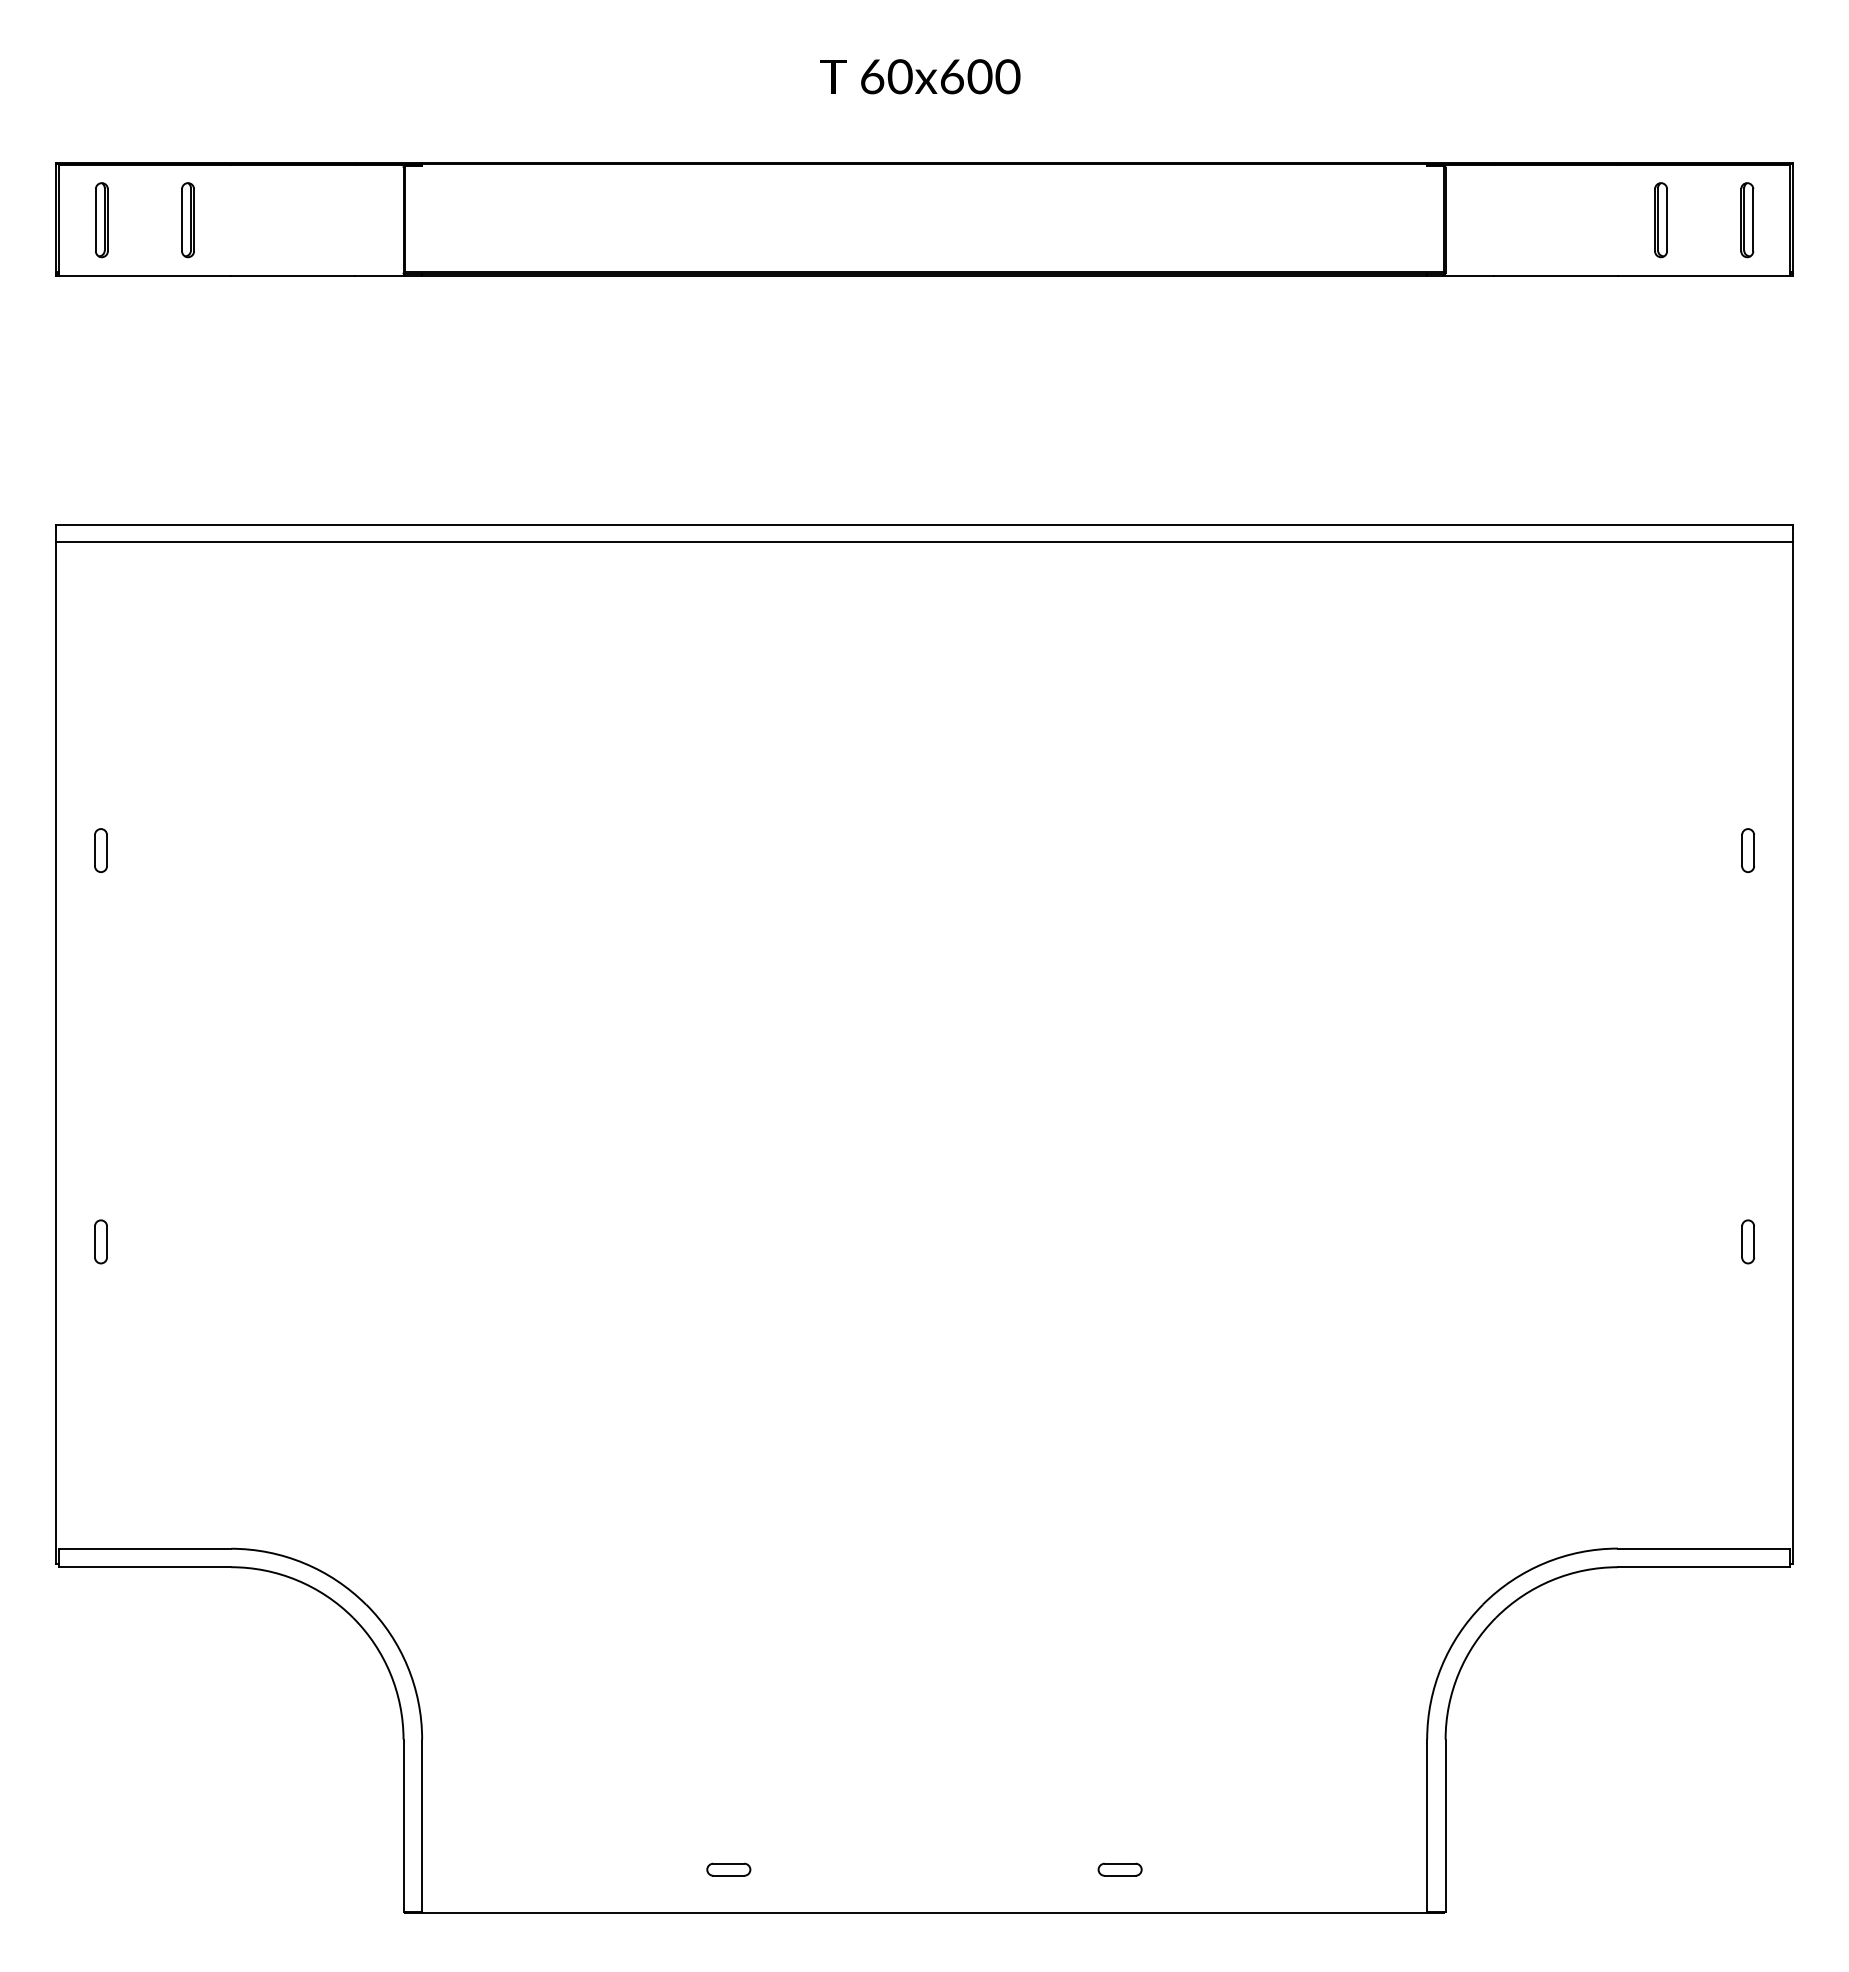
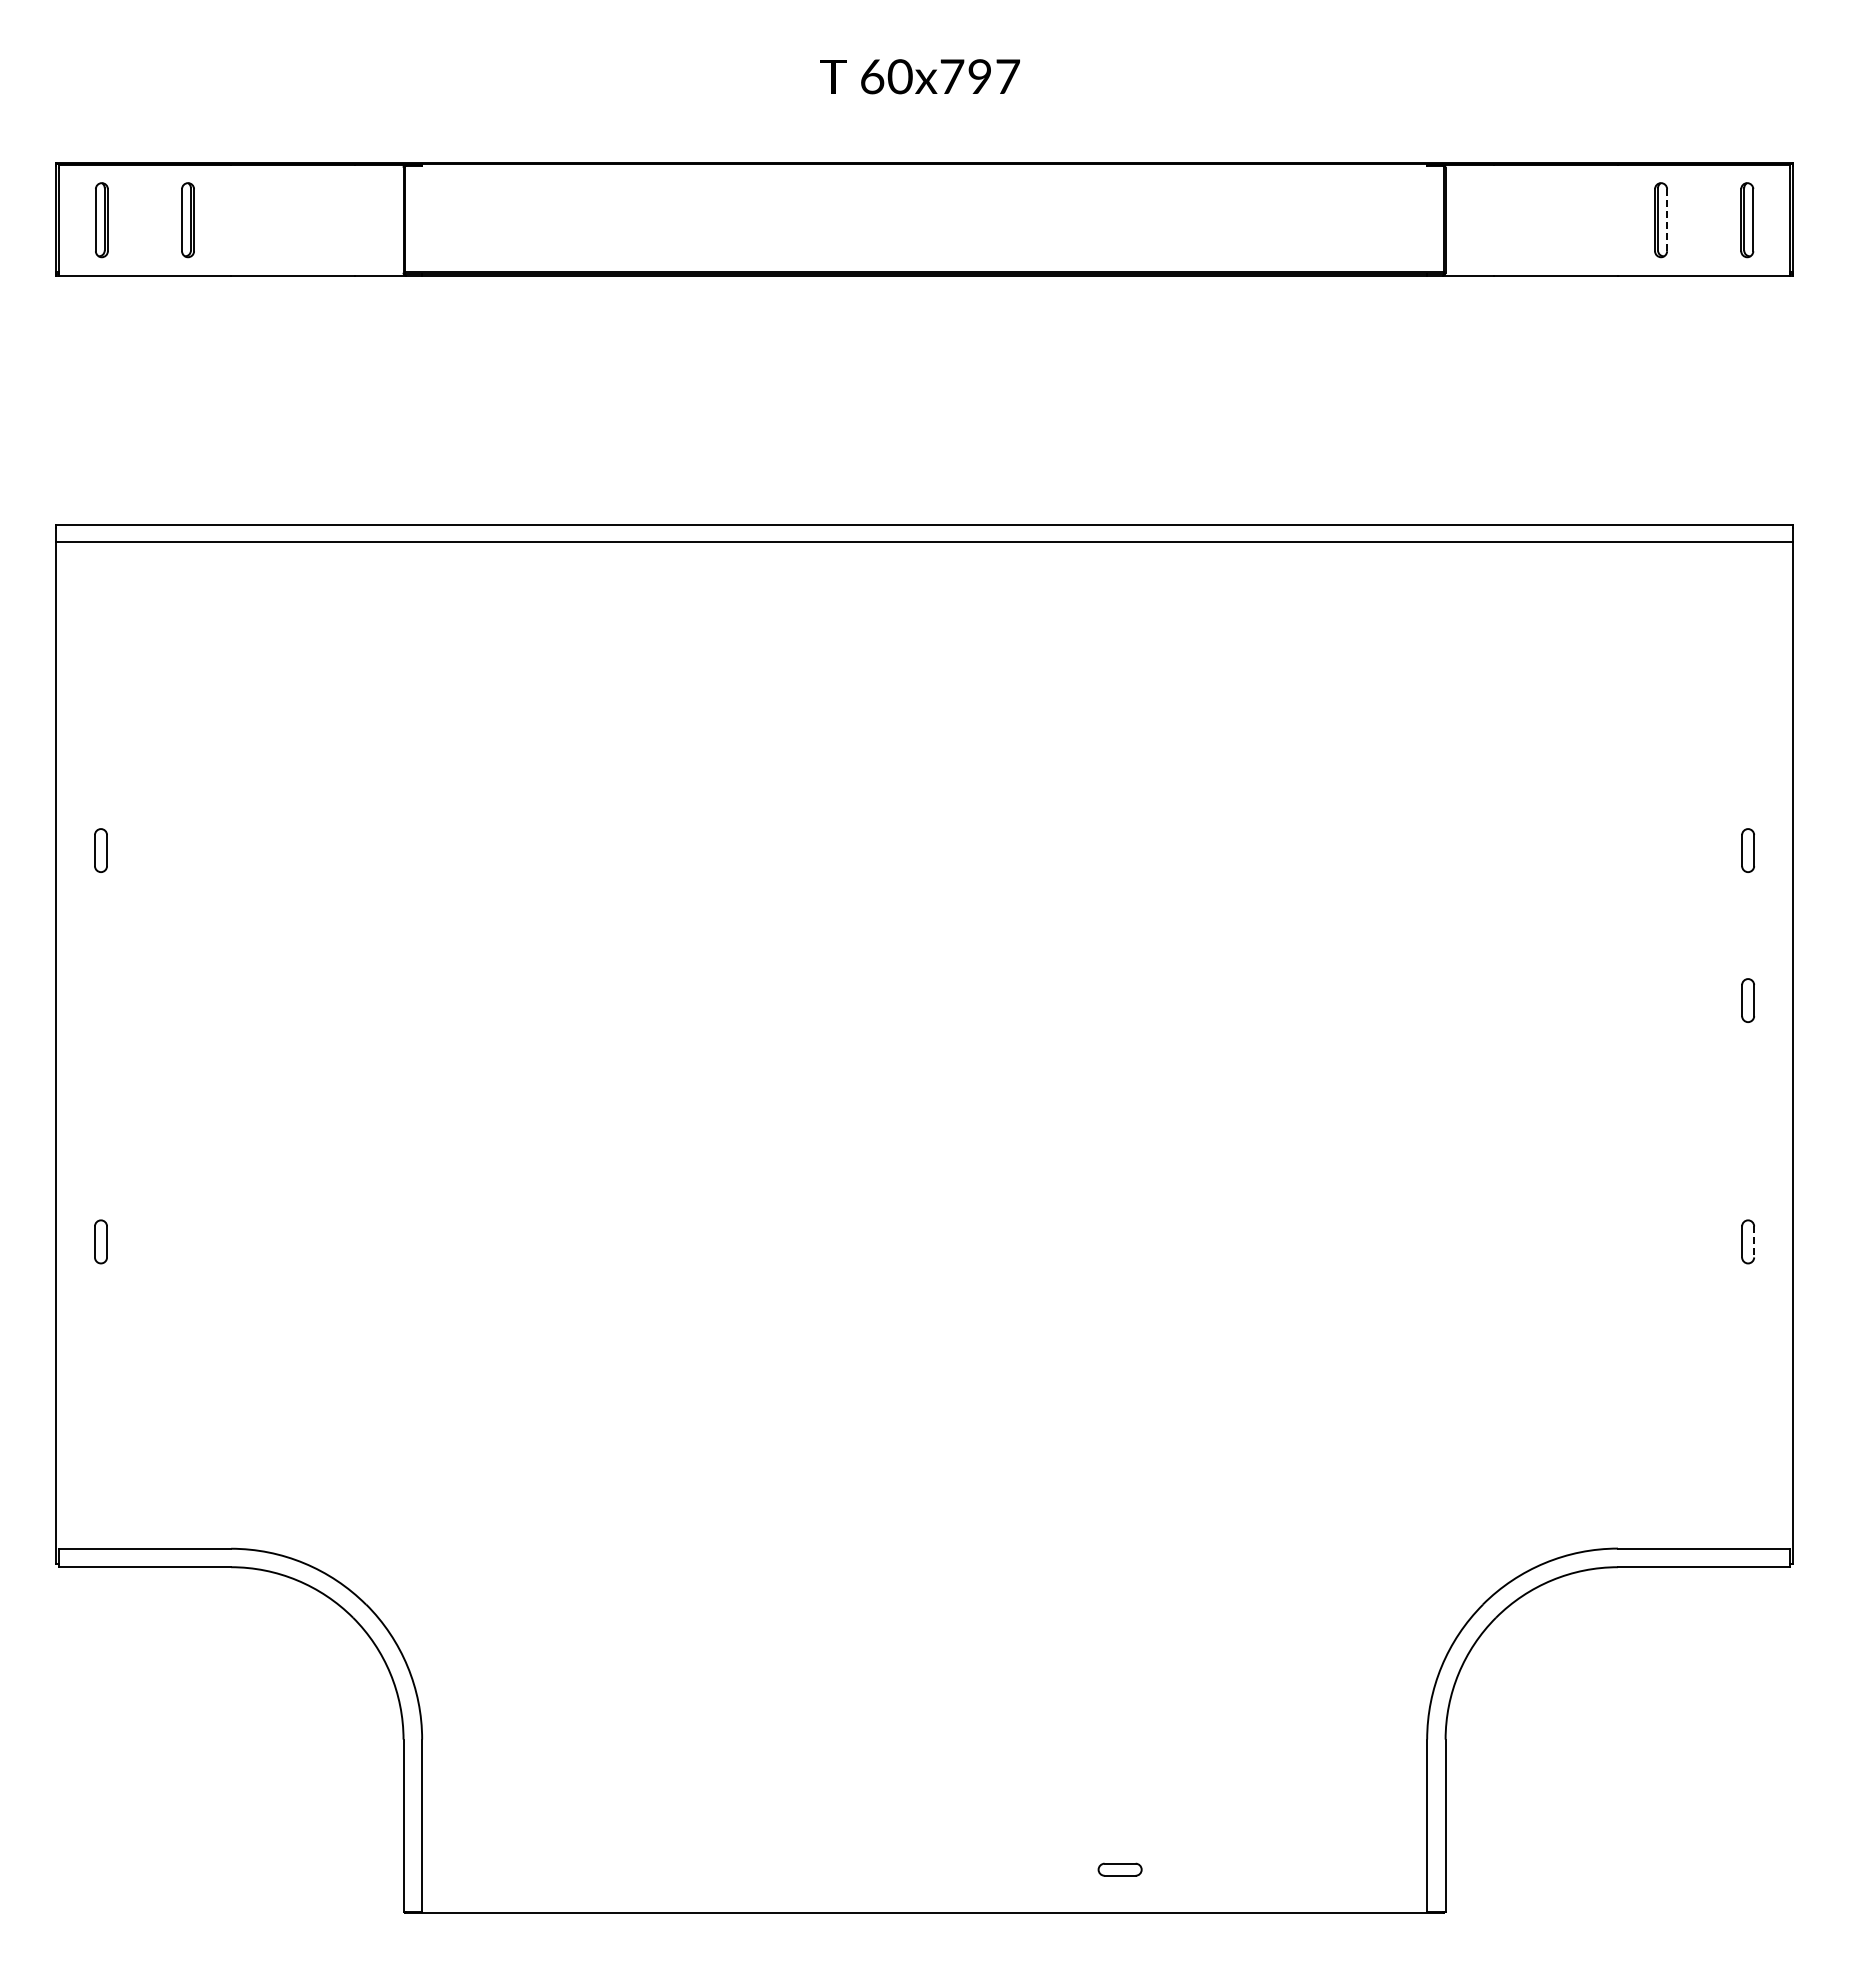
text at (980, 76): 60x600 -> 60x797
line at (1667, 220): solid -> dashed
part at (1747, 1000): none -> present
line at (1754, 1241): solid -> dashed
part at (728, 1869): present -> none
